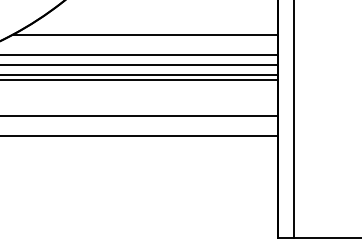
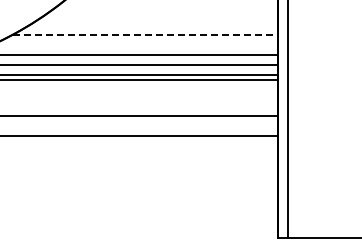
line at (145, 34): solid -> dashed
line at (294, 119) position: (294, 119) -> (288, 119)
